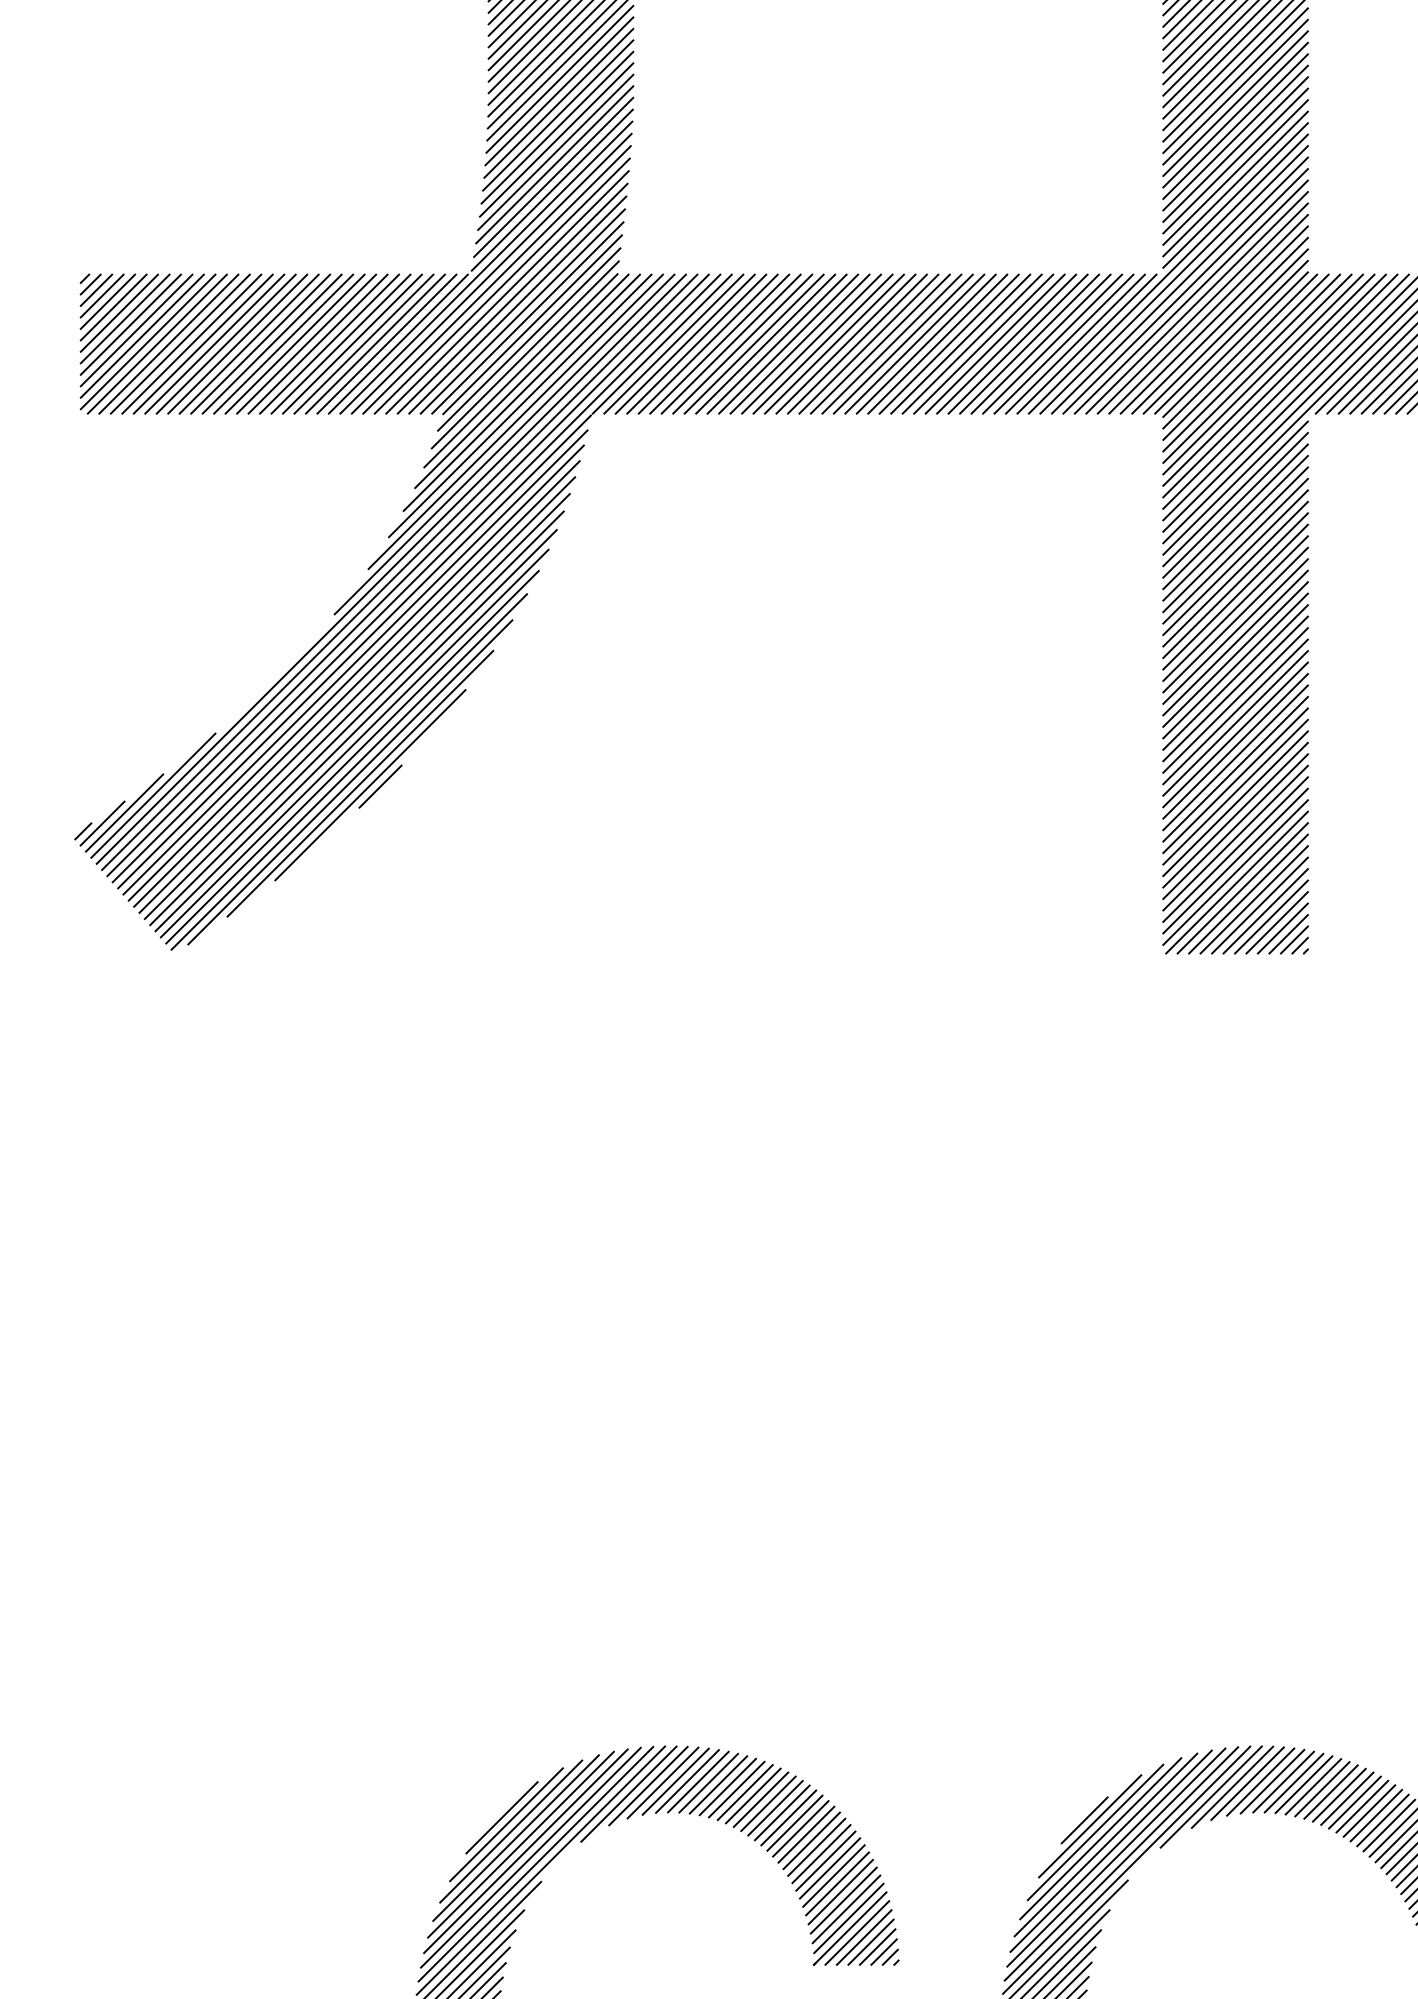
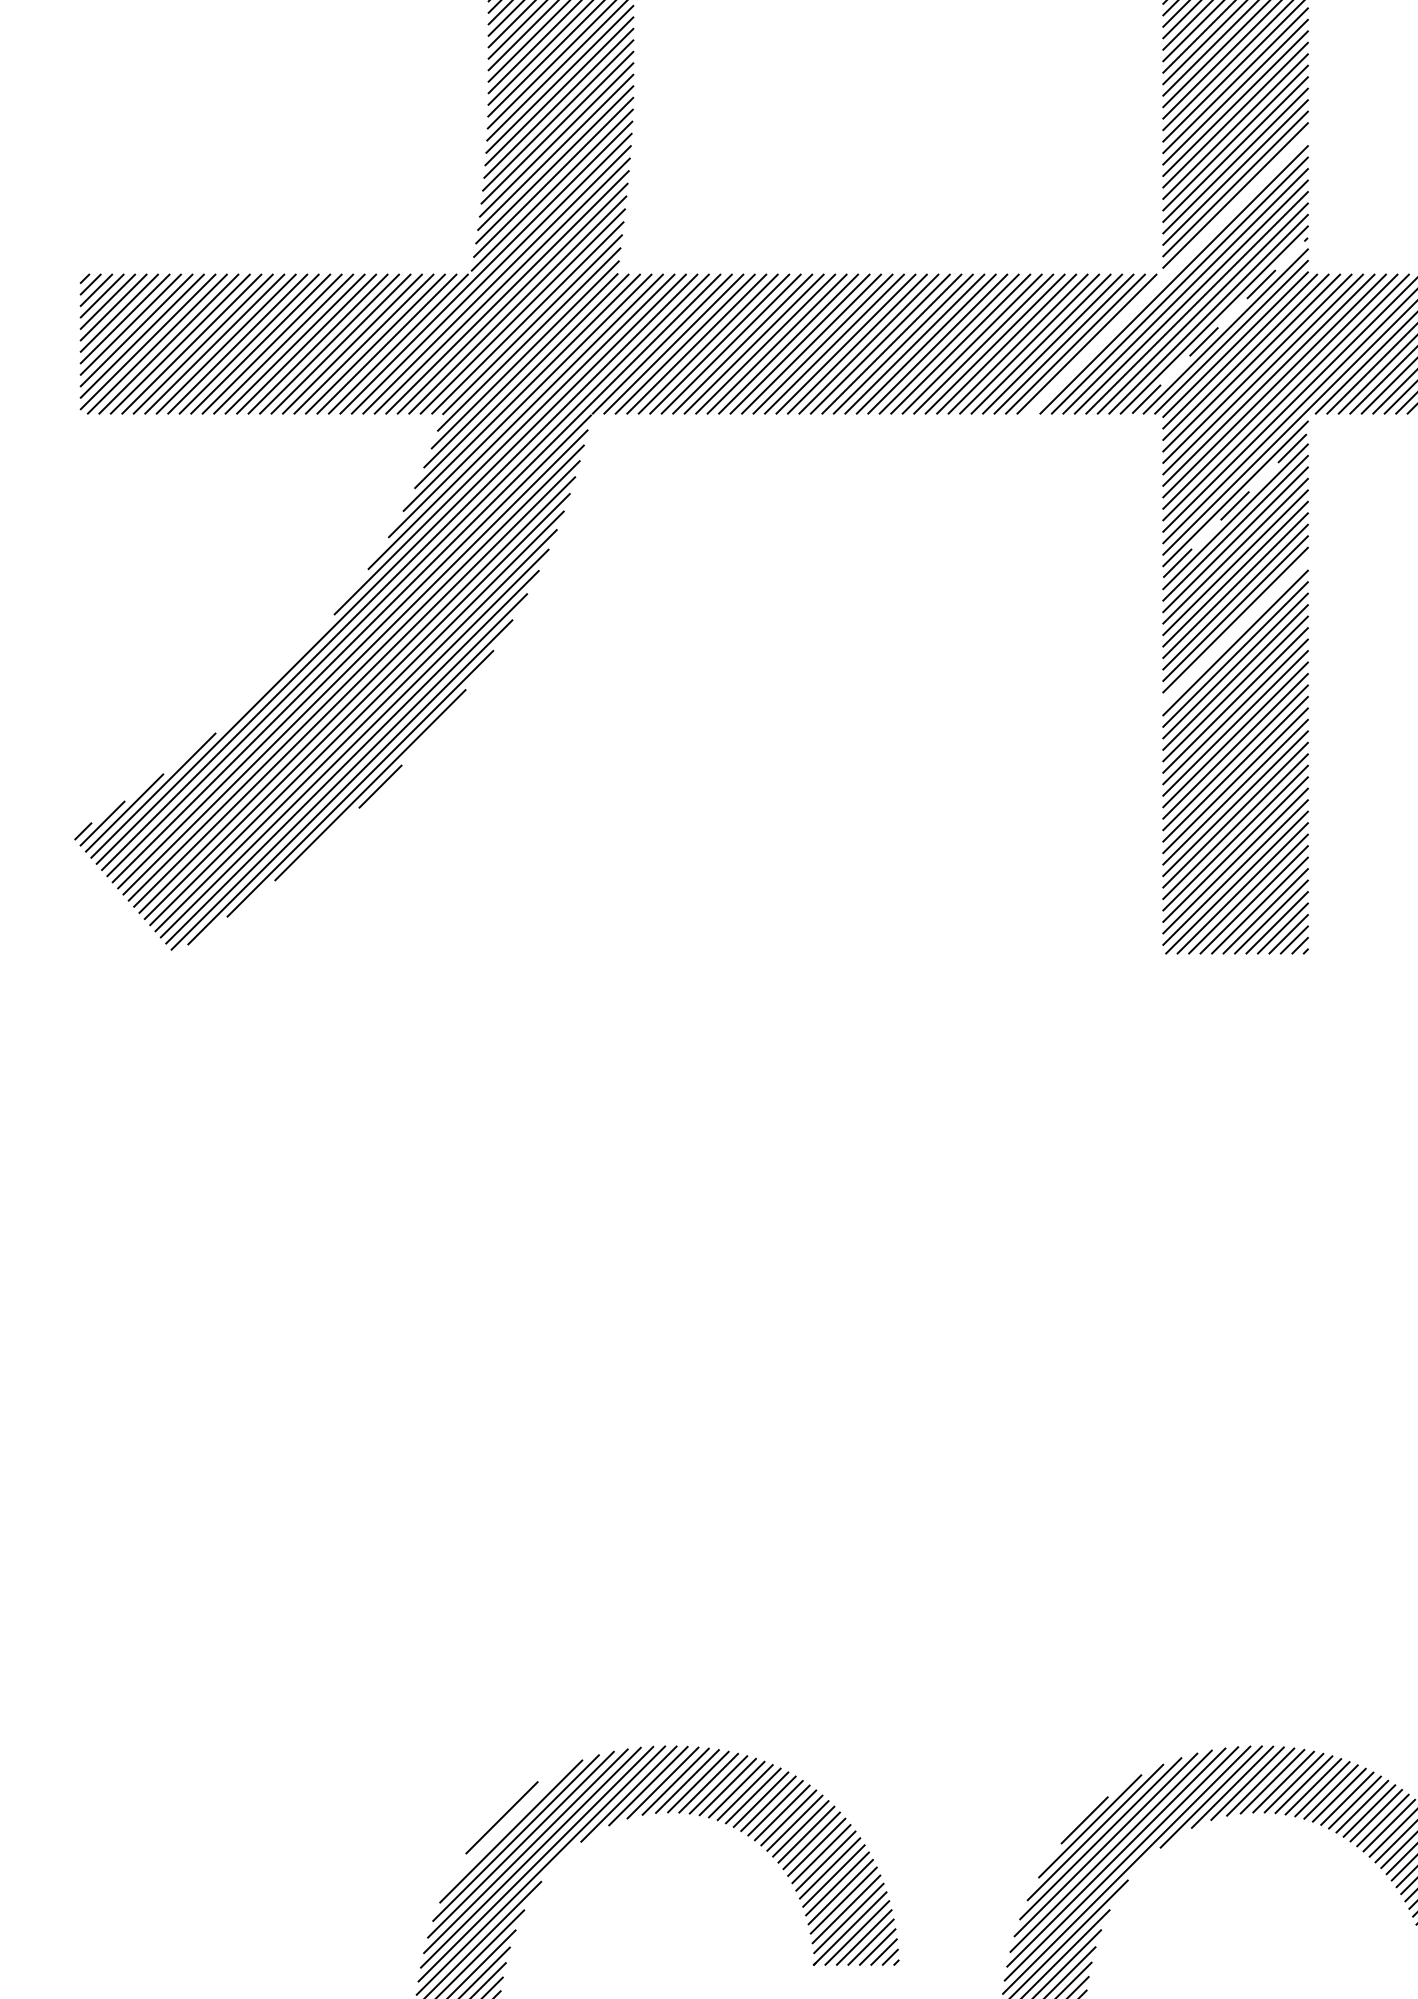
line at (1167, 273): present -> none
line at (1220, 325): solid -> dashed
line at (1235, 504): solid -> dashed
line at (1235, 631): present -> none
line at (506, 1824): present -> none
